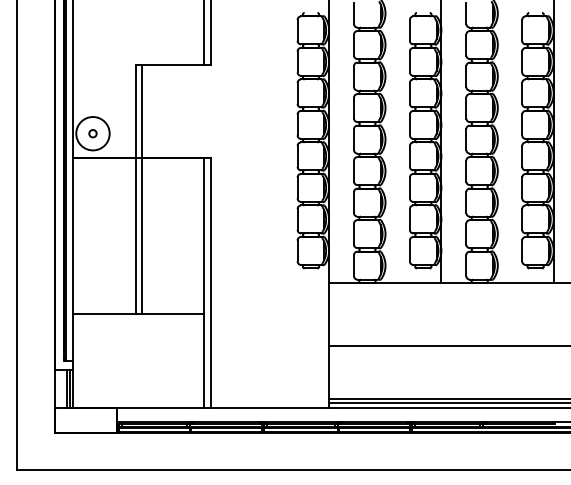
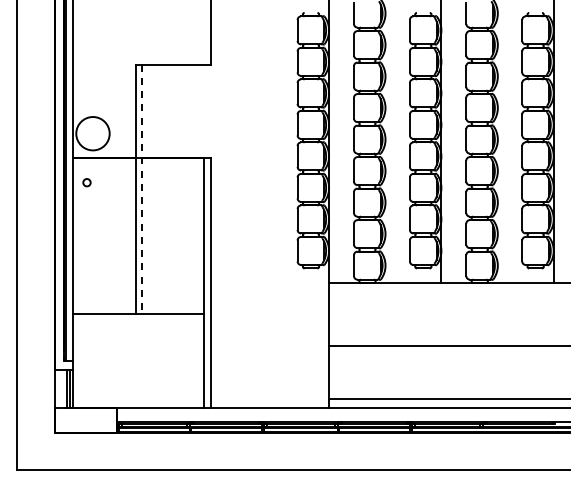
line at (204, 33): present -> none
circle at (92, 133) position: (92, 133) -> (86, 182)
line at (141, 189): solid -> dashed
line at (448, 403): present -> none
